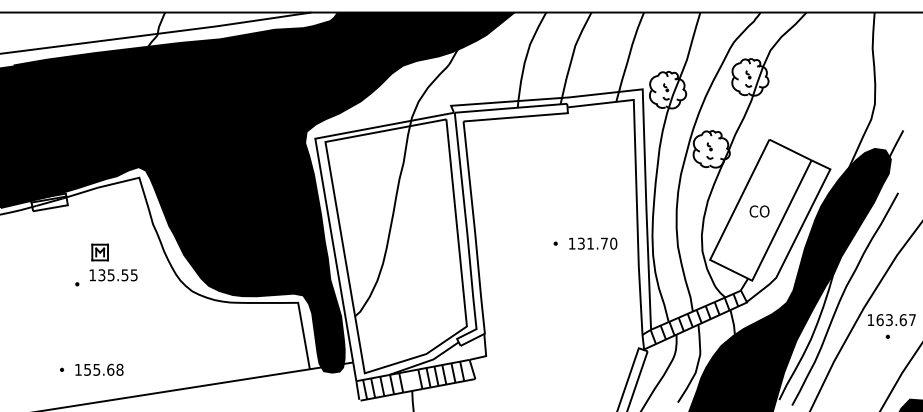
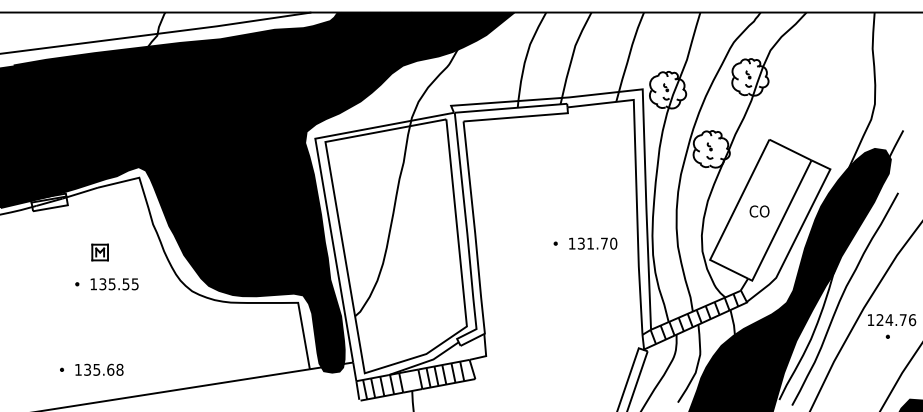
text at (113, 275) position: (113, 275) -> (114, 284)
text at (896, 320): 163.67 -> 124.76
text at (87, 369): 155.68 -> 135.68
